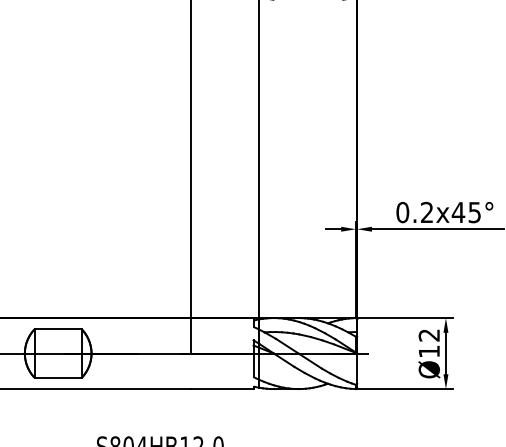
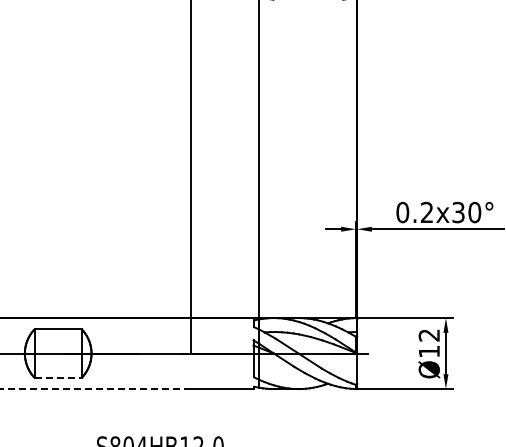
text at (466, 212): 0.2x45° -> 0.2x30°
line at (58, 377): solid -> dashed
line at (95, 389): solid -> dashed
